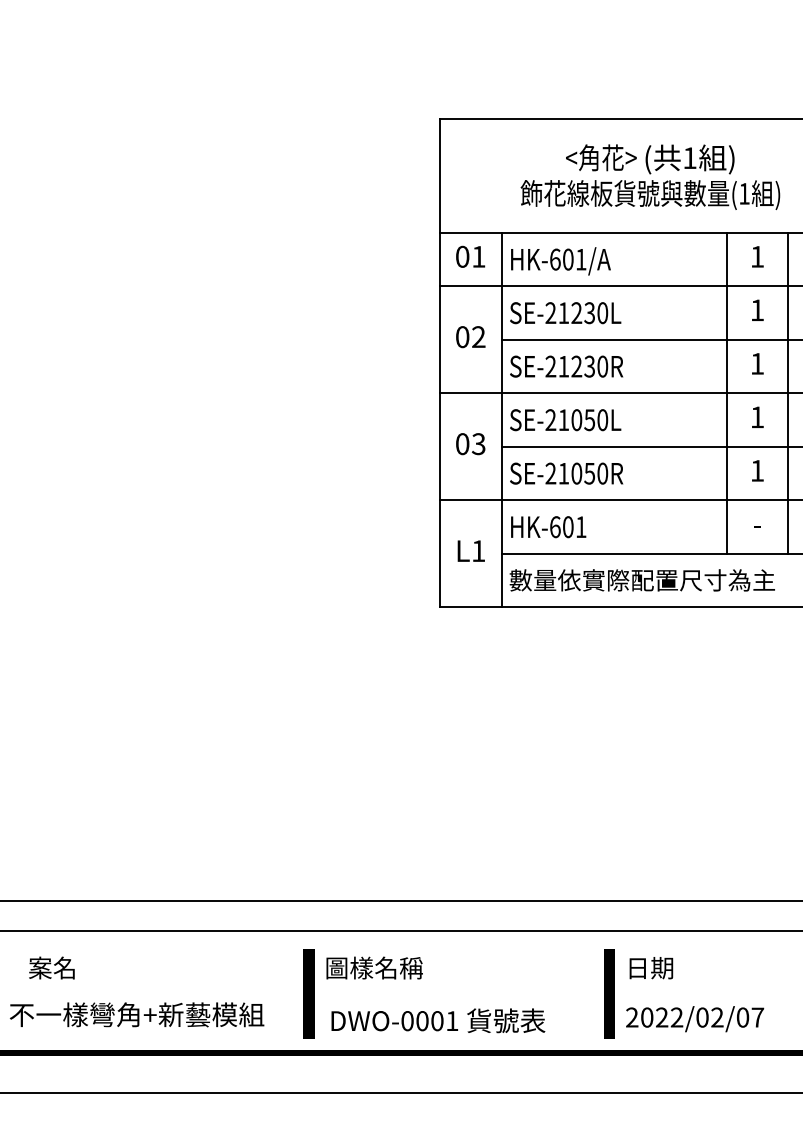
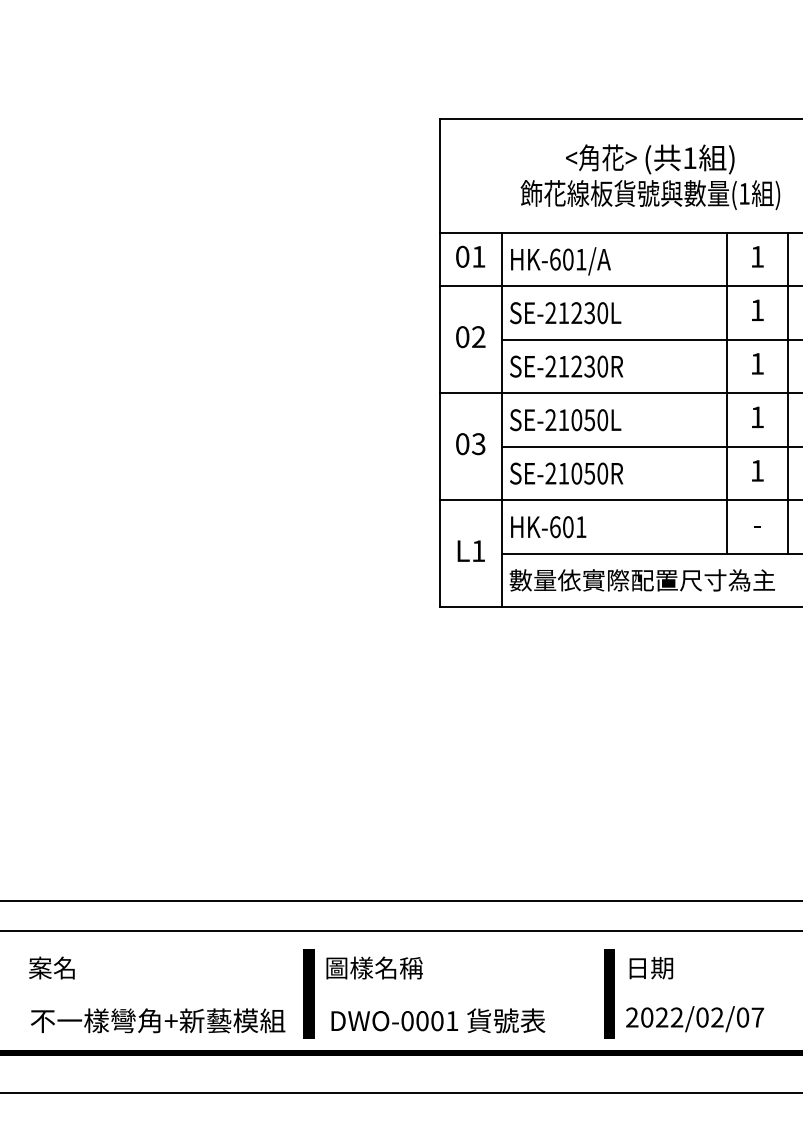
text at (137, 1014) position: (137, 1014) -> (158, 1020)
